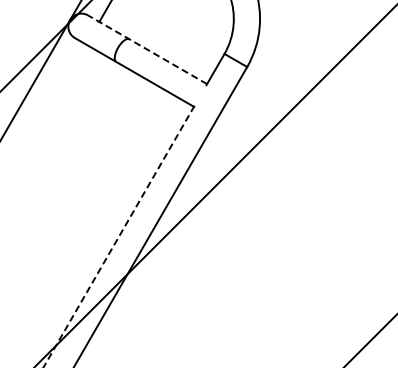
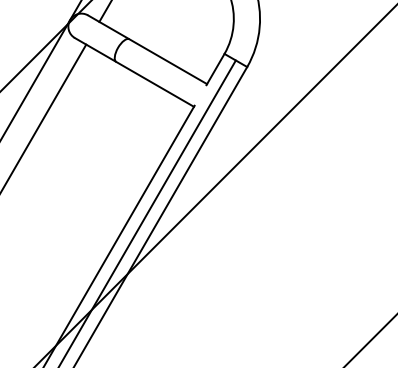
line at (147, 49): dashed -> solid
line at (44, 117): none -> present
line at (147, 212): none -> present
line at (118, 237): dashed -> solid
